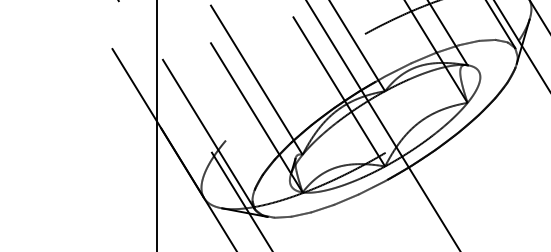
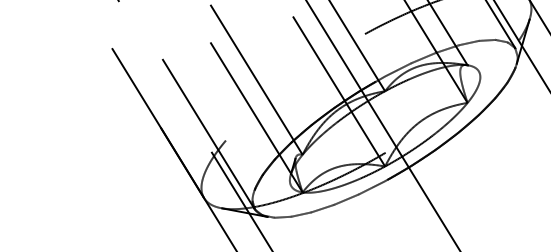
line at (156, 125): present -> none
